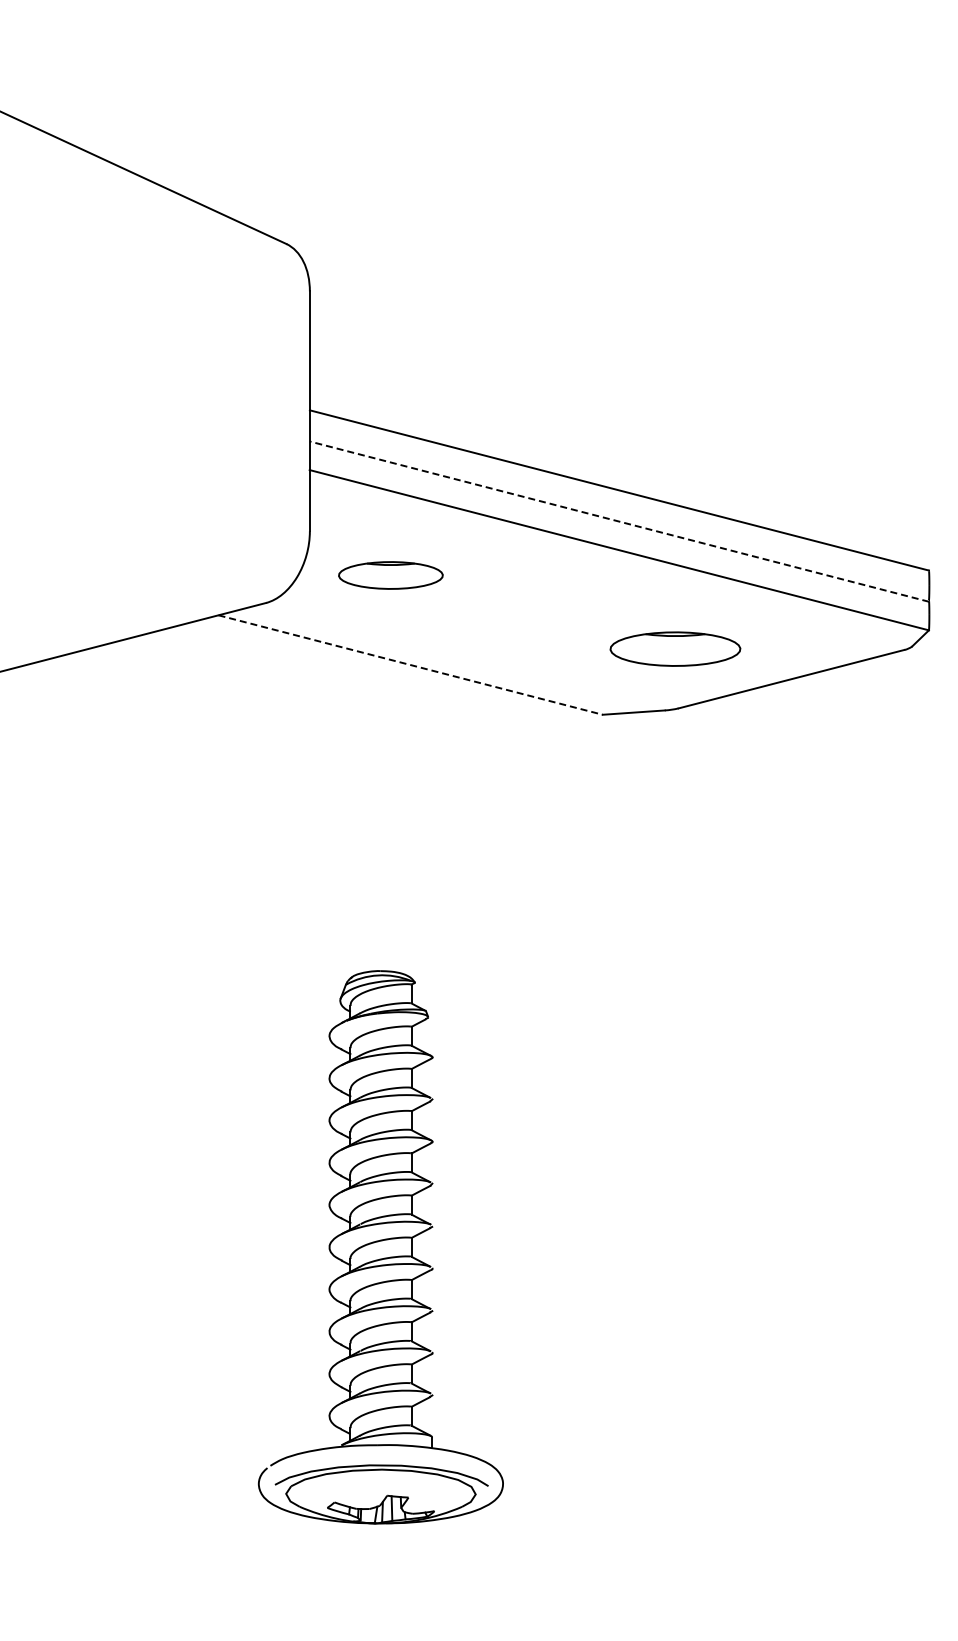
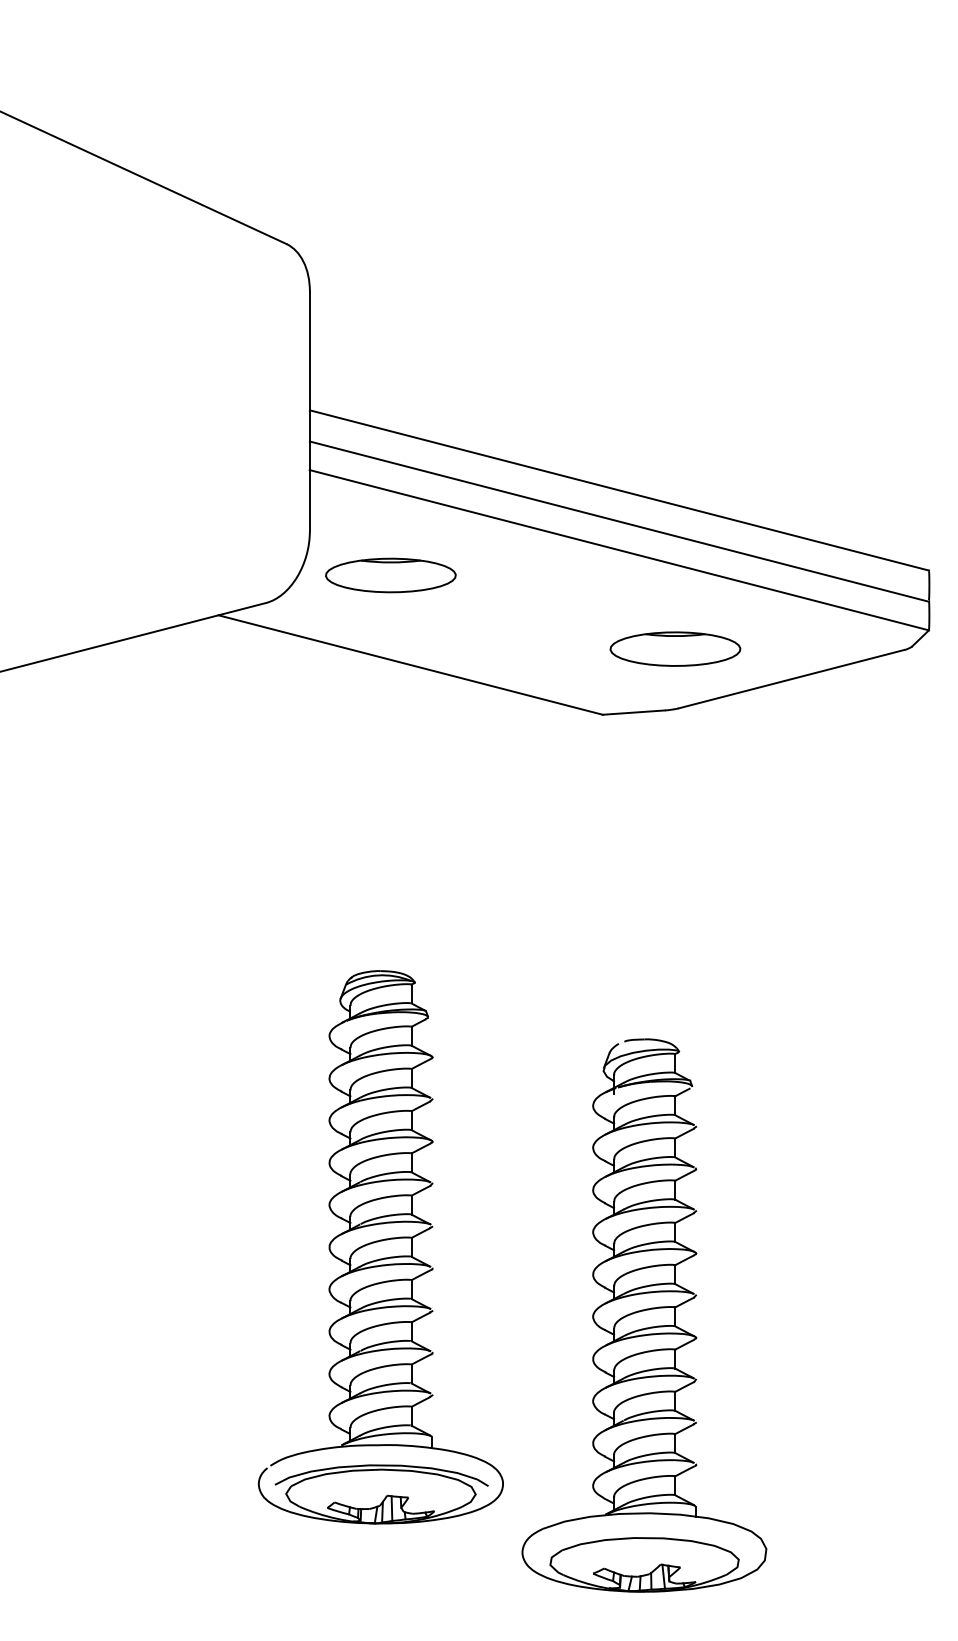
line at (619, 521): dashed -> solid
part at (390, 575) size: 106x29 px -> 132x37 px
line at (411, 665): dashed -> solid
part at (644, 1315): none -> present
